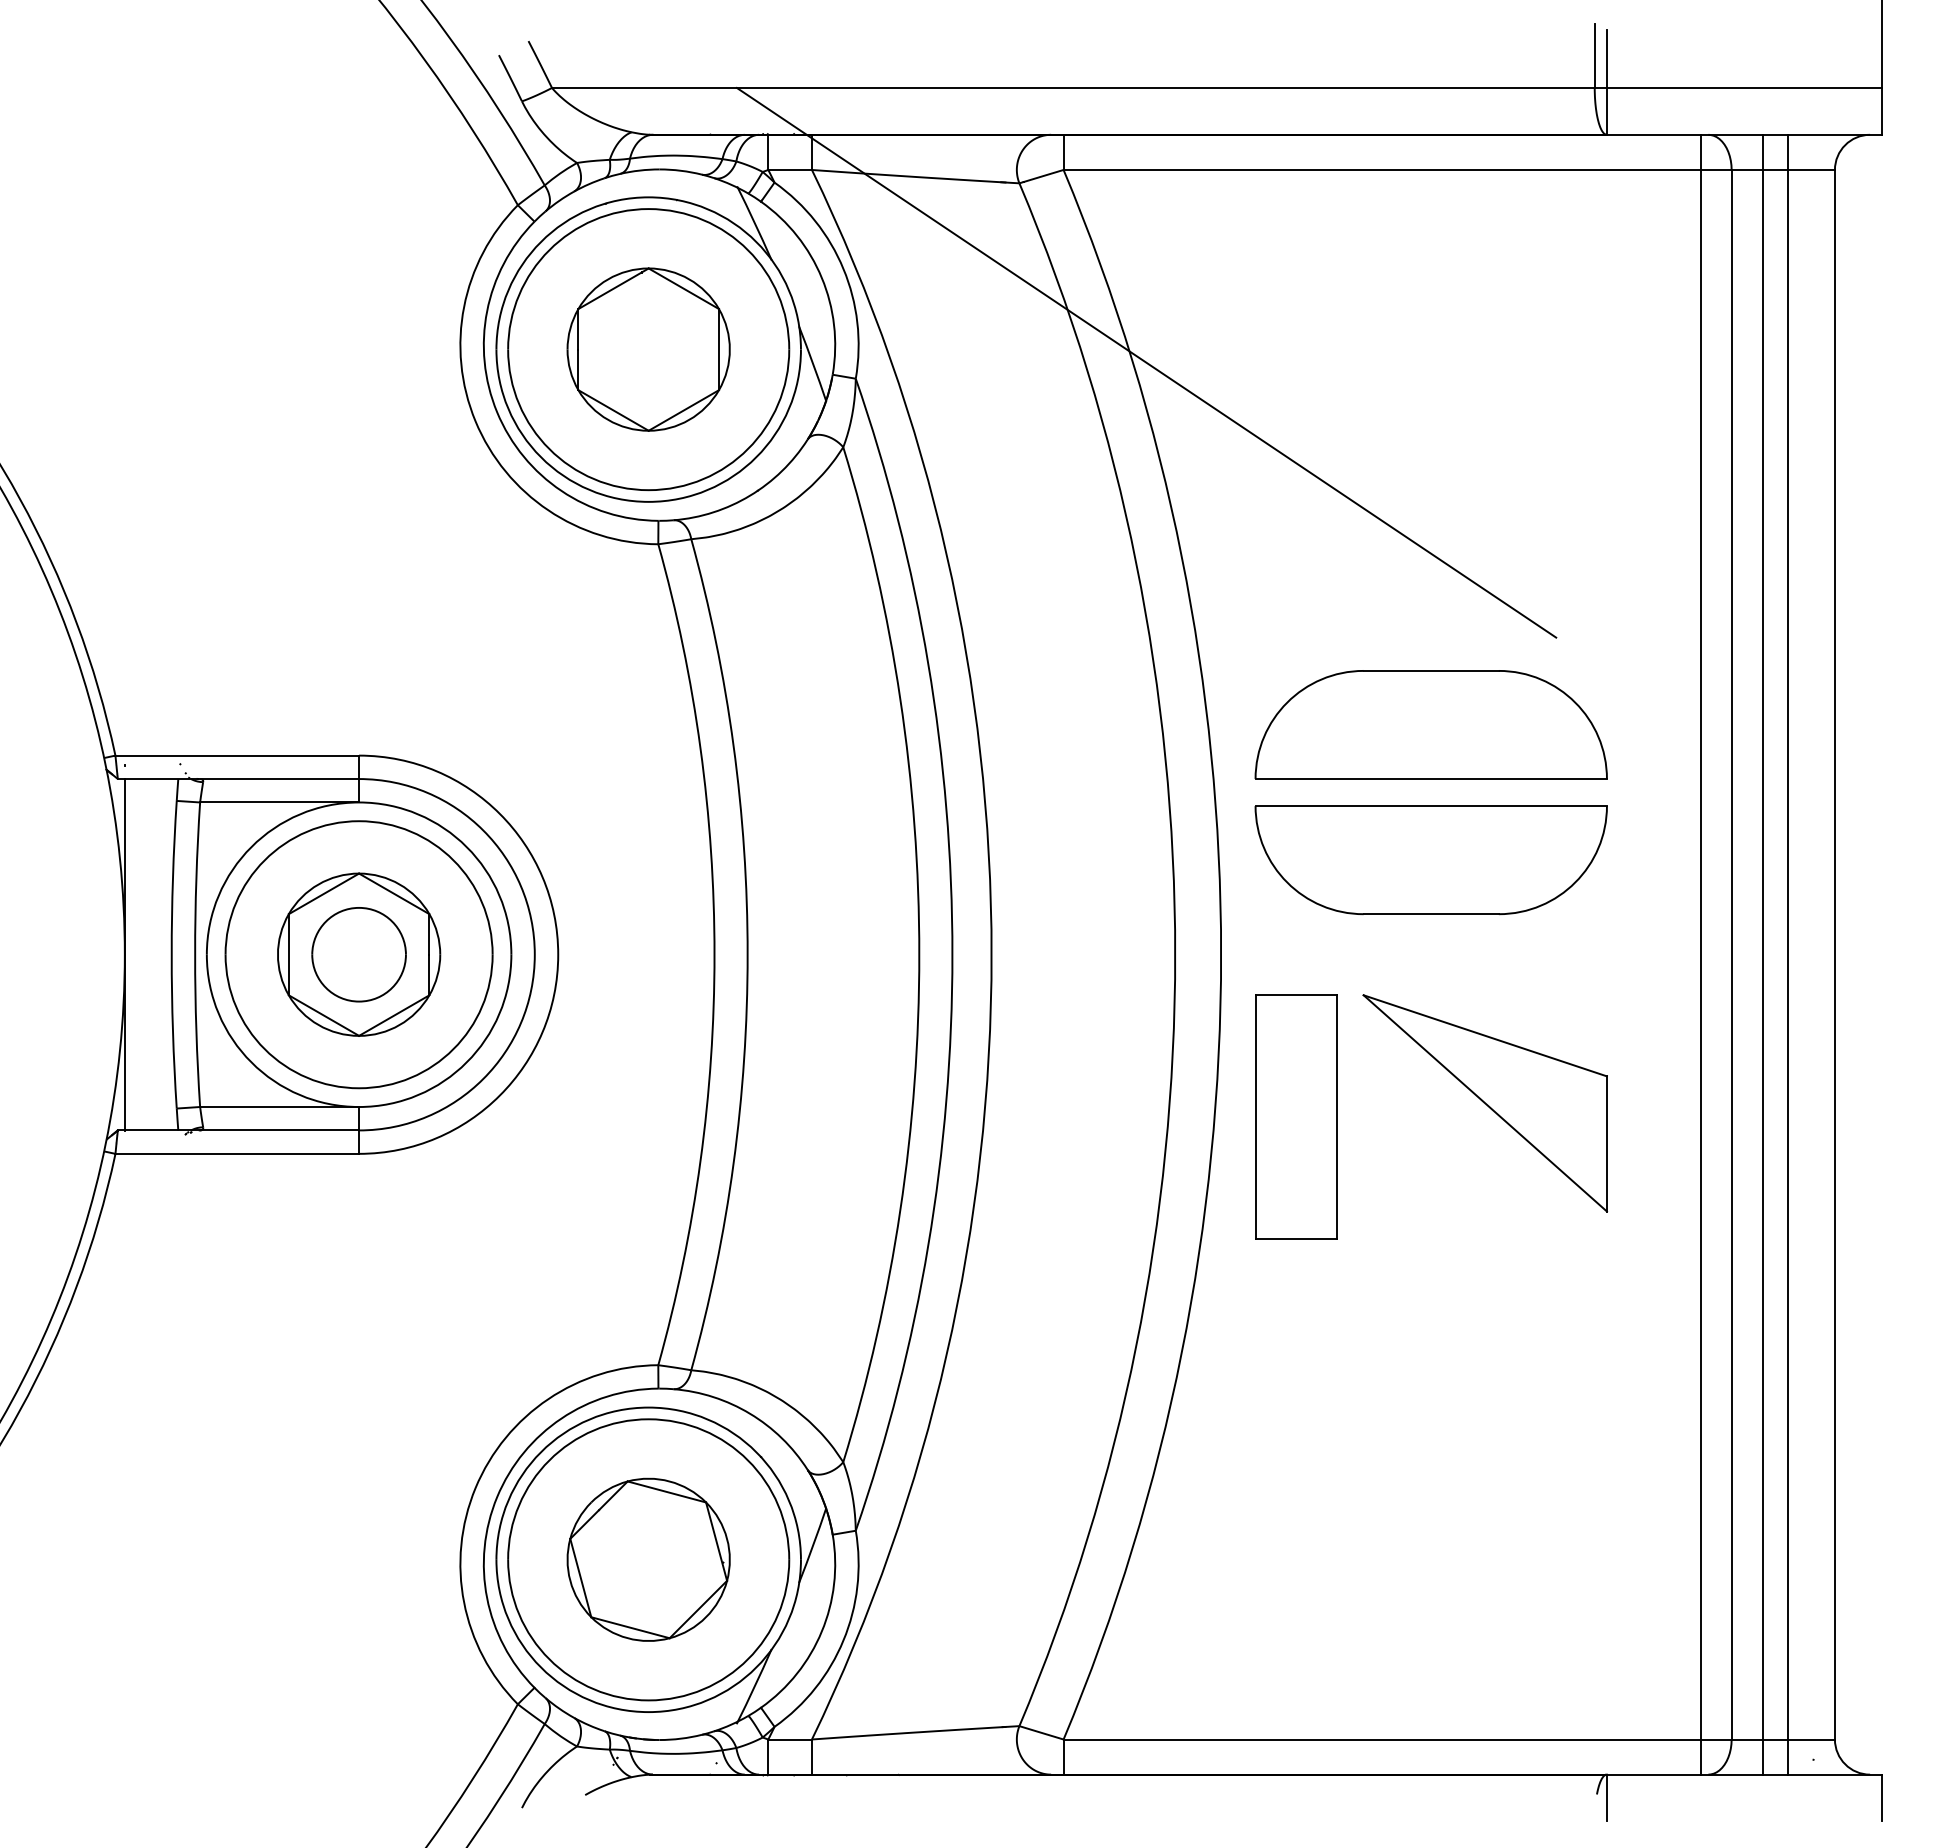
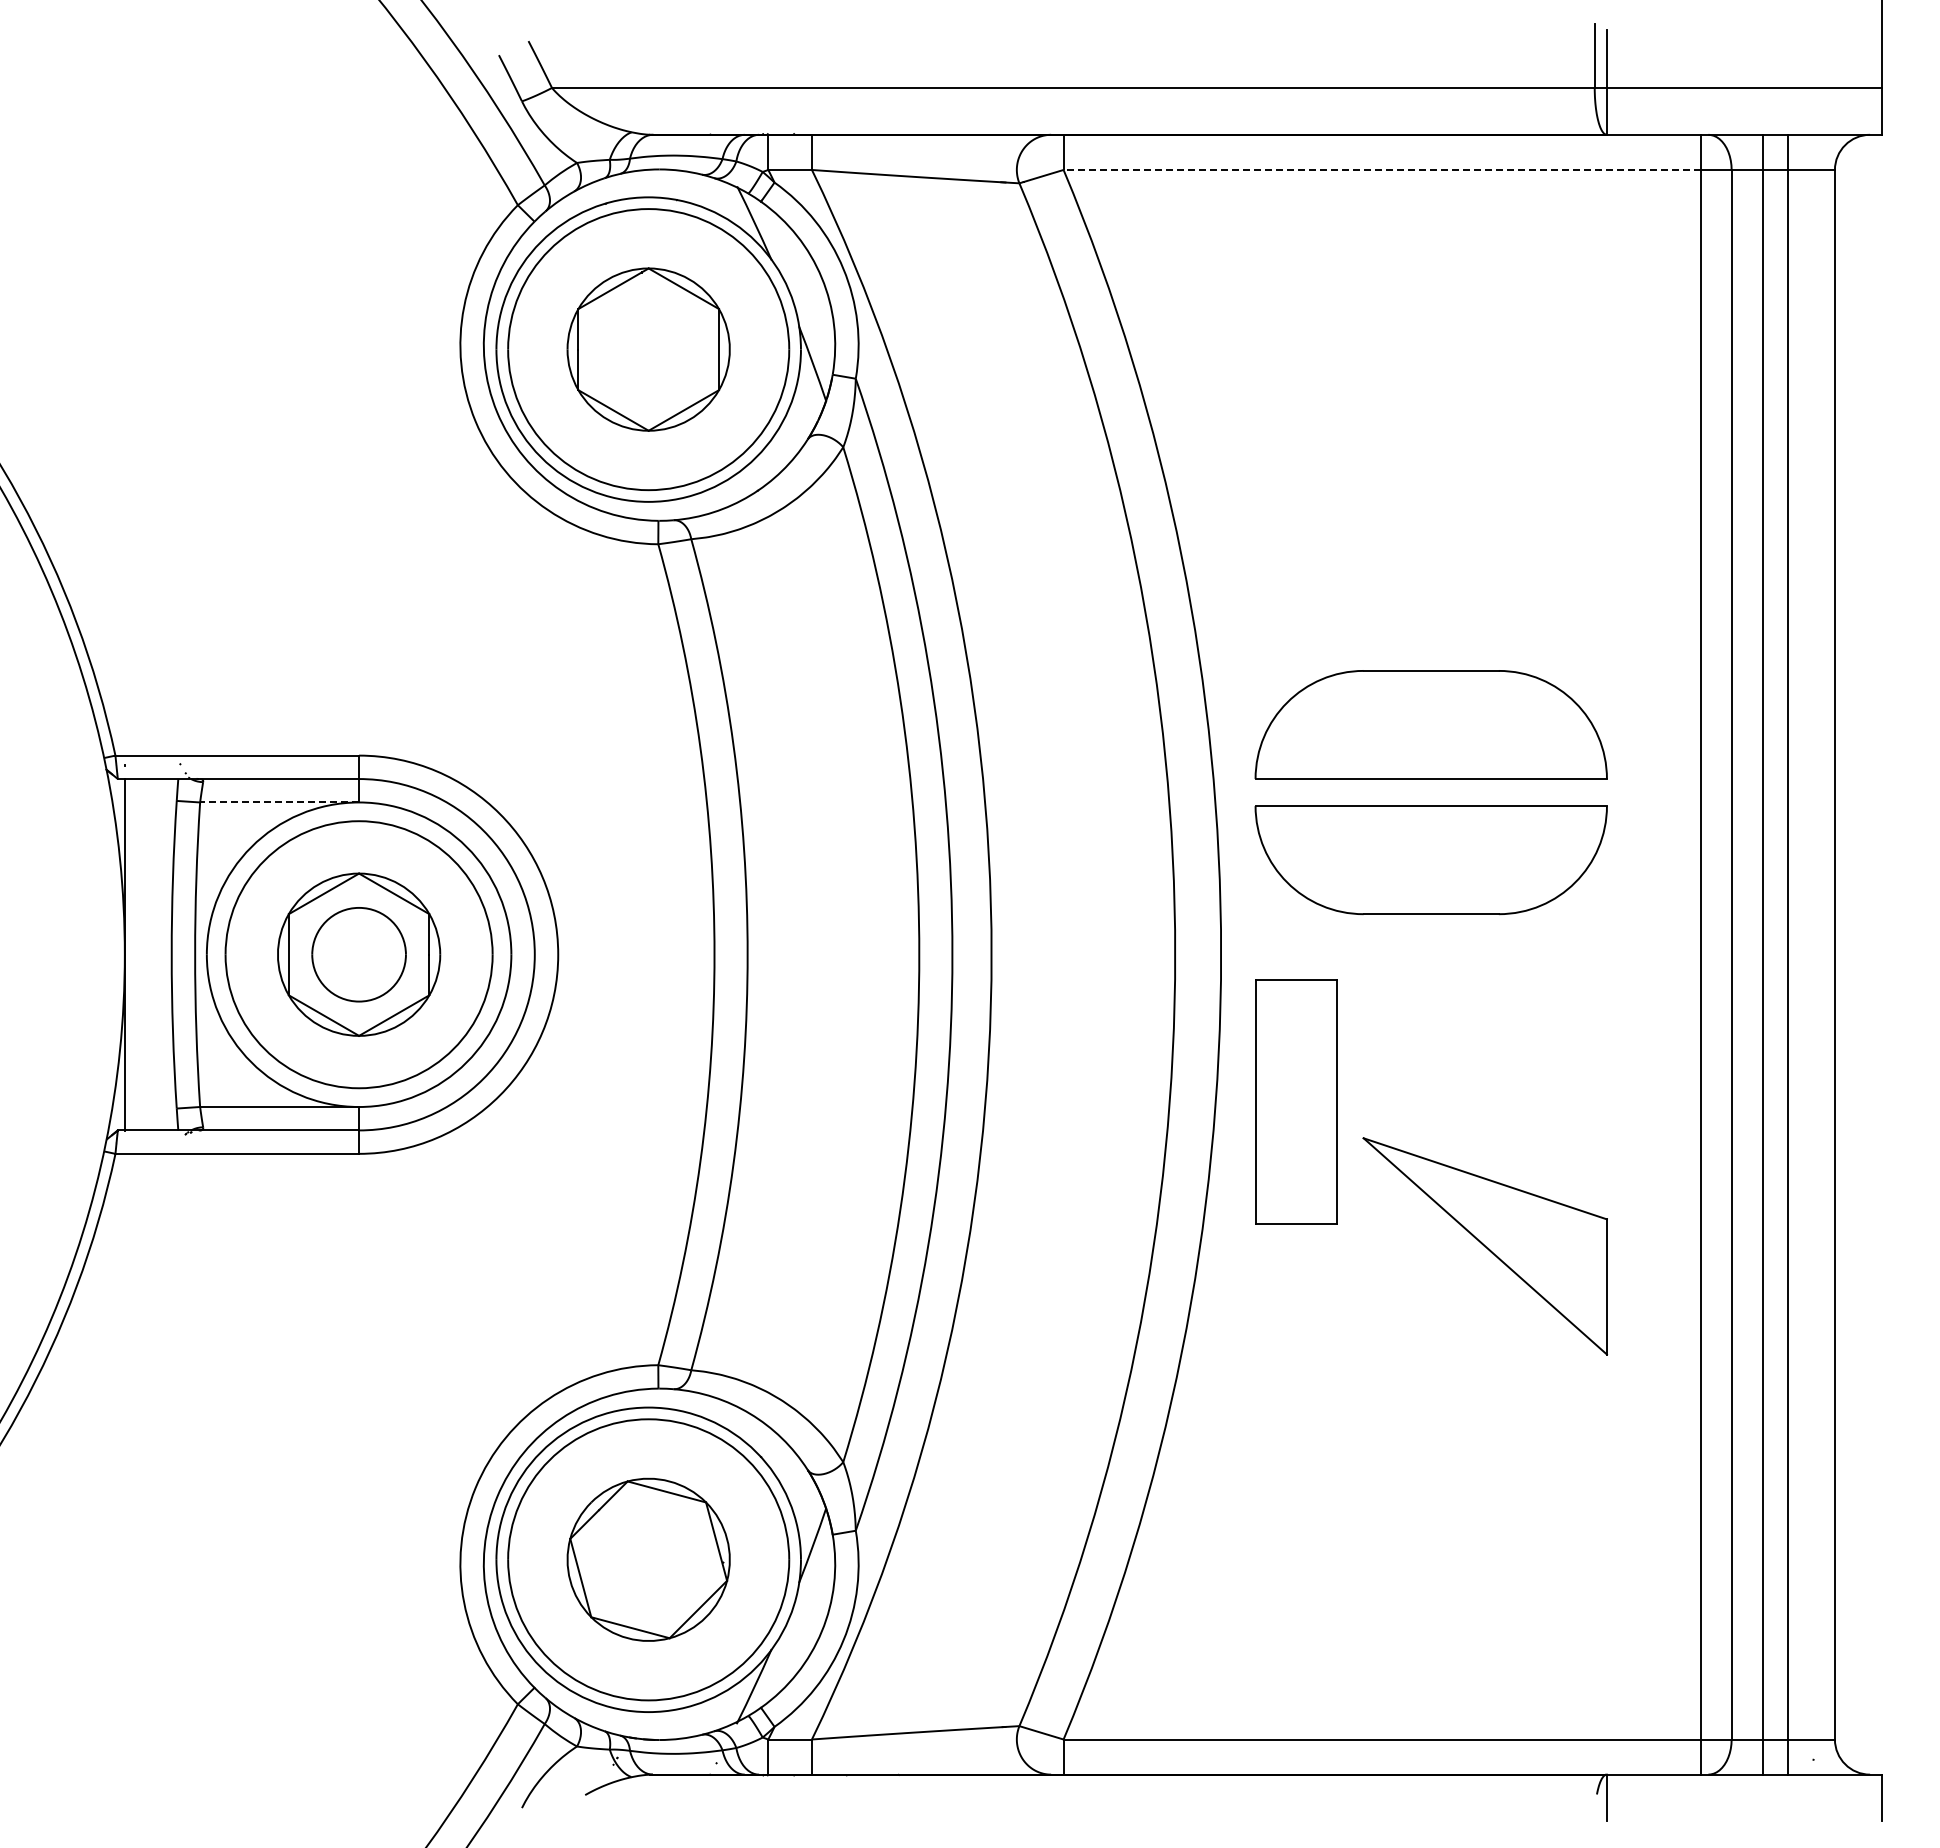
line at (1382, 169): solid -> dashed
line at (1146, 362): present -> none
line at (279, 802): solid -> dashed
part at (1484, 1103) position: (1484, 1103) -> (1484, 1246)
part at (1296, 1116) position: (1296, 1116) -> (1296, 1101)
